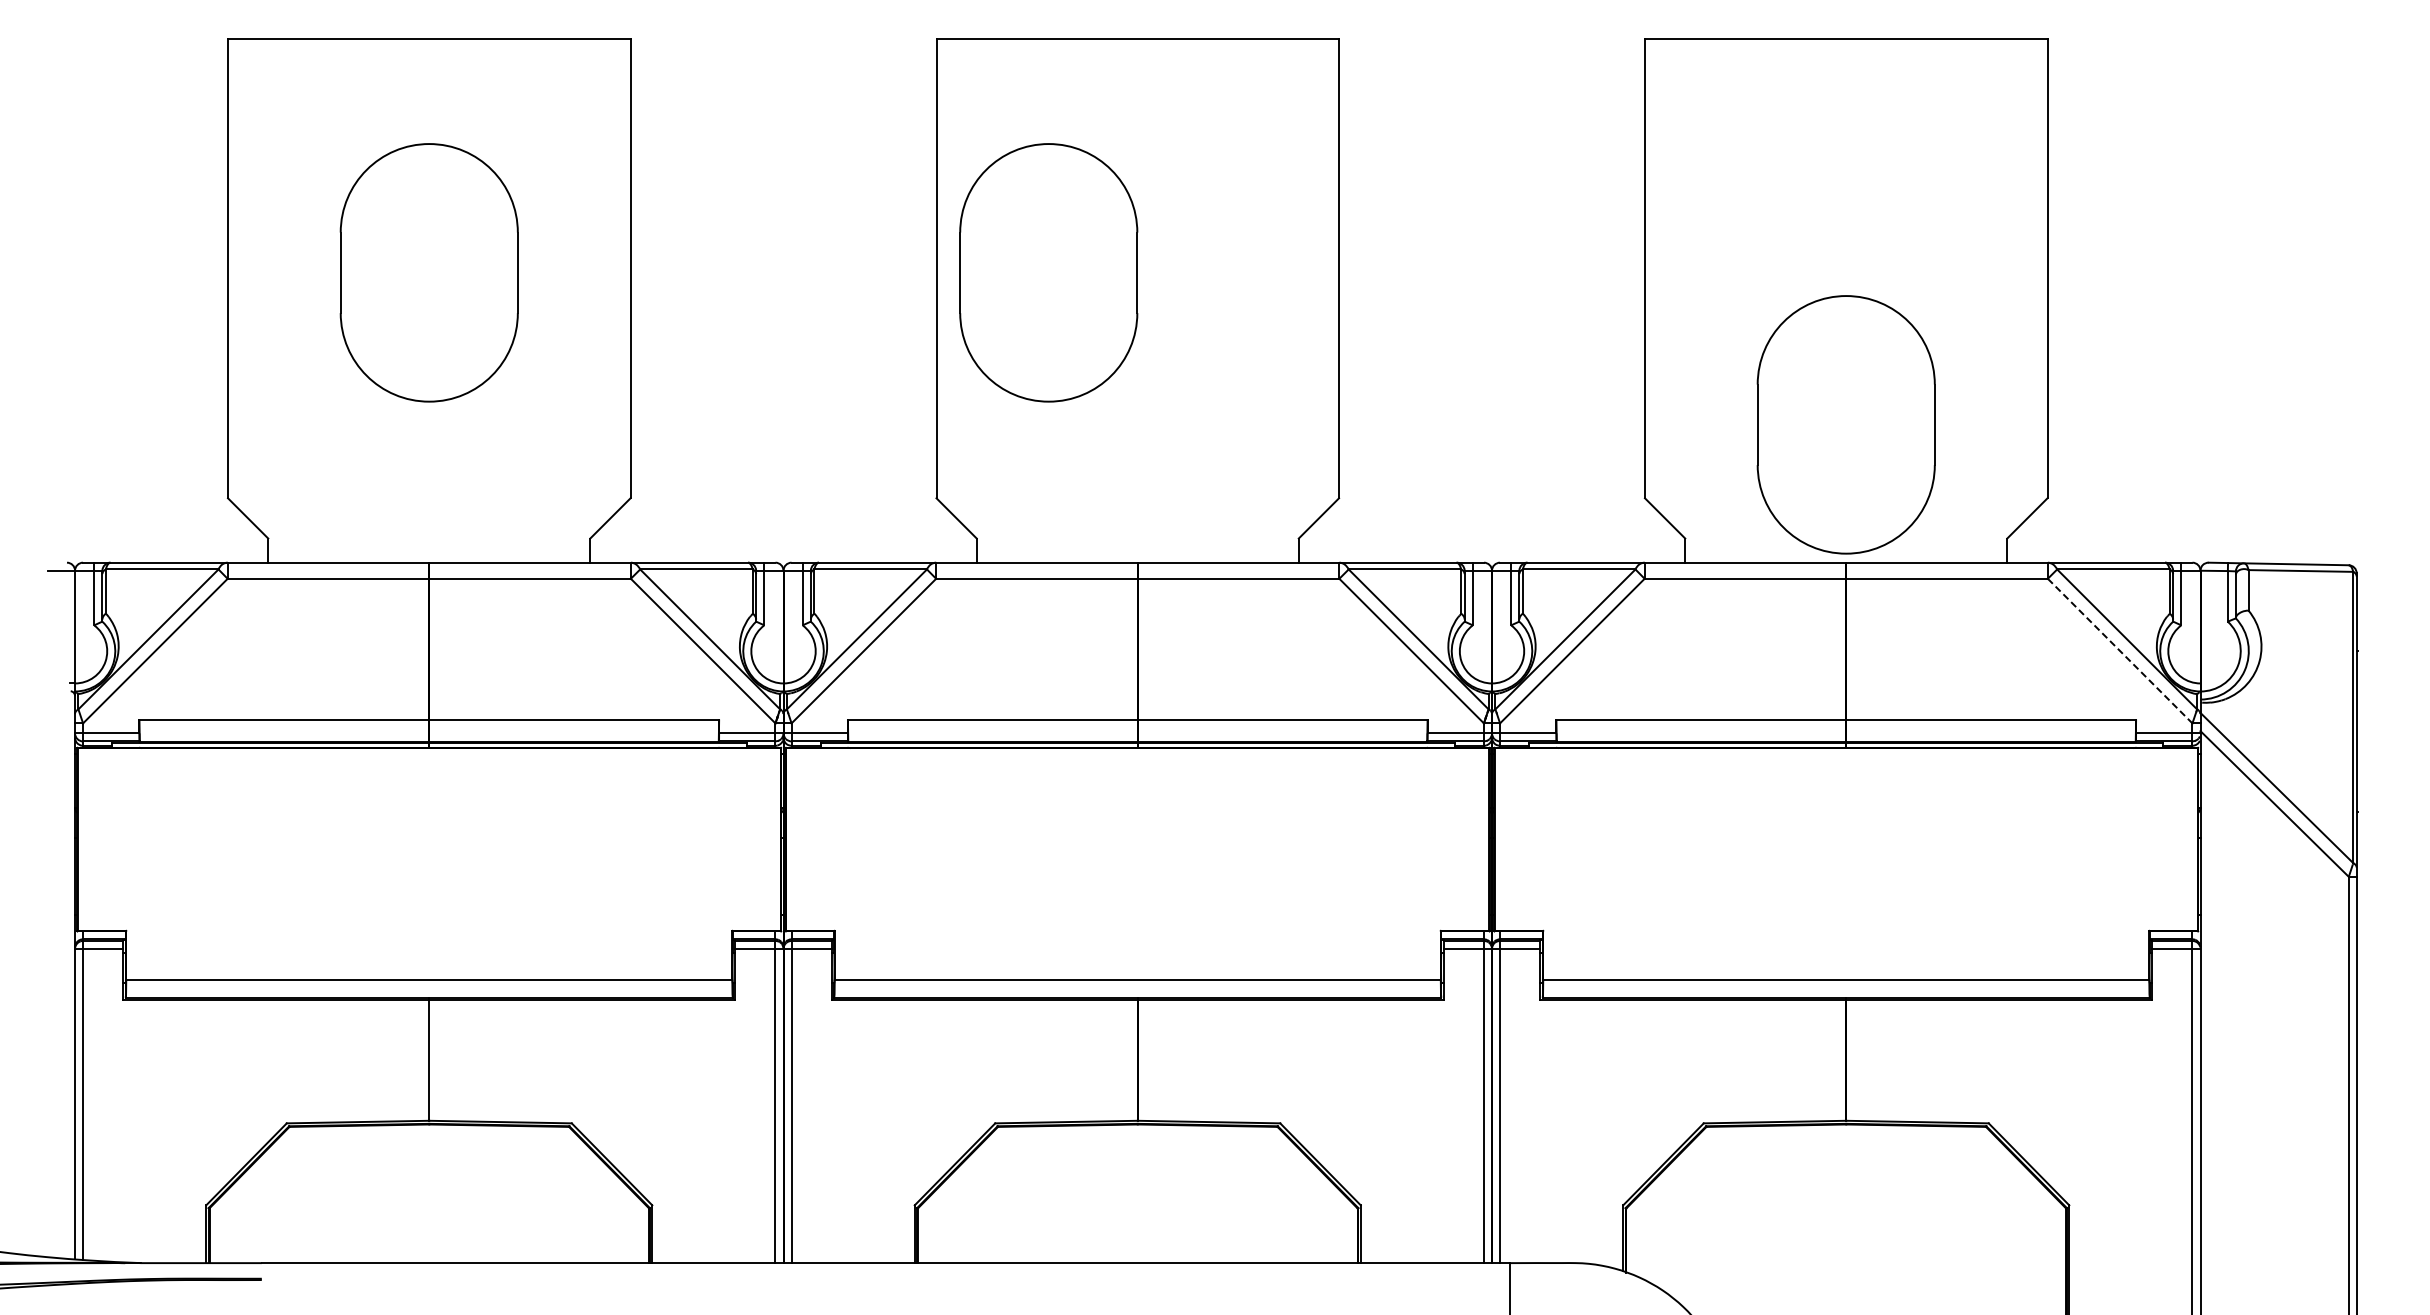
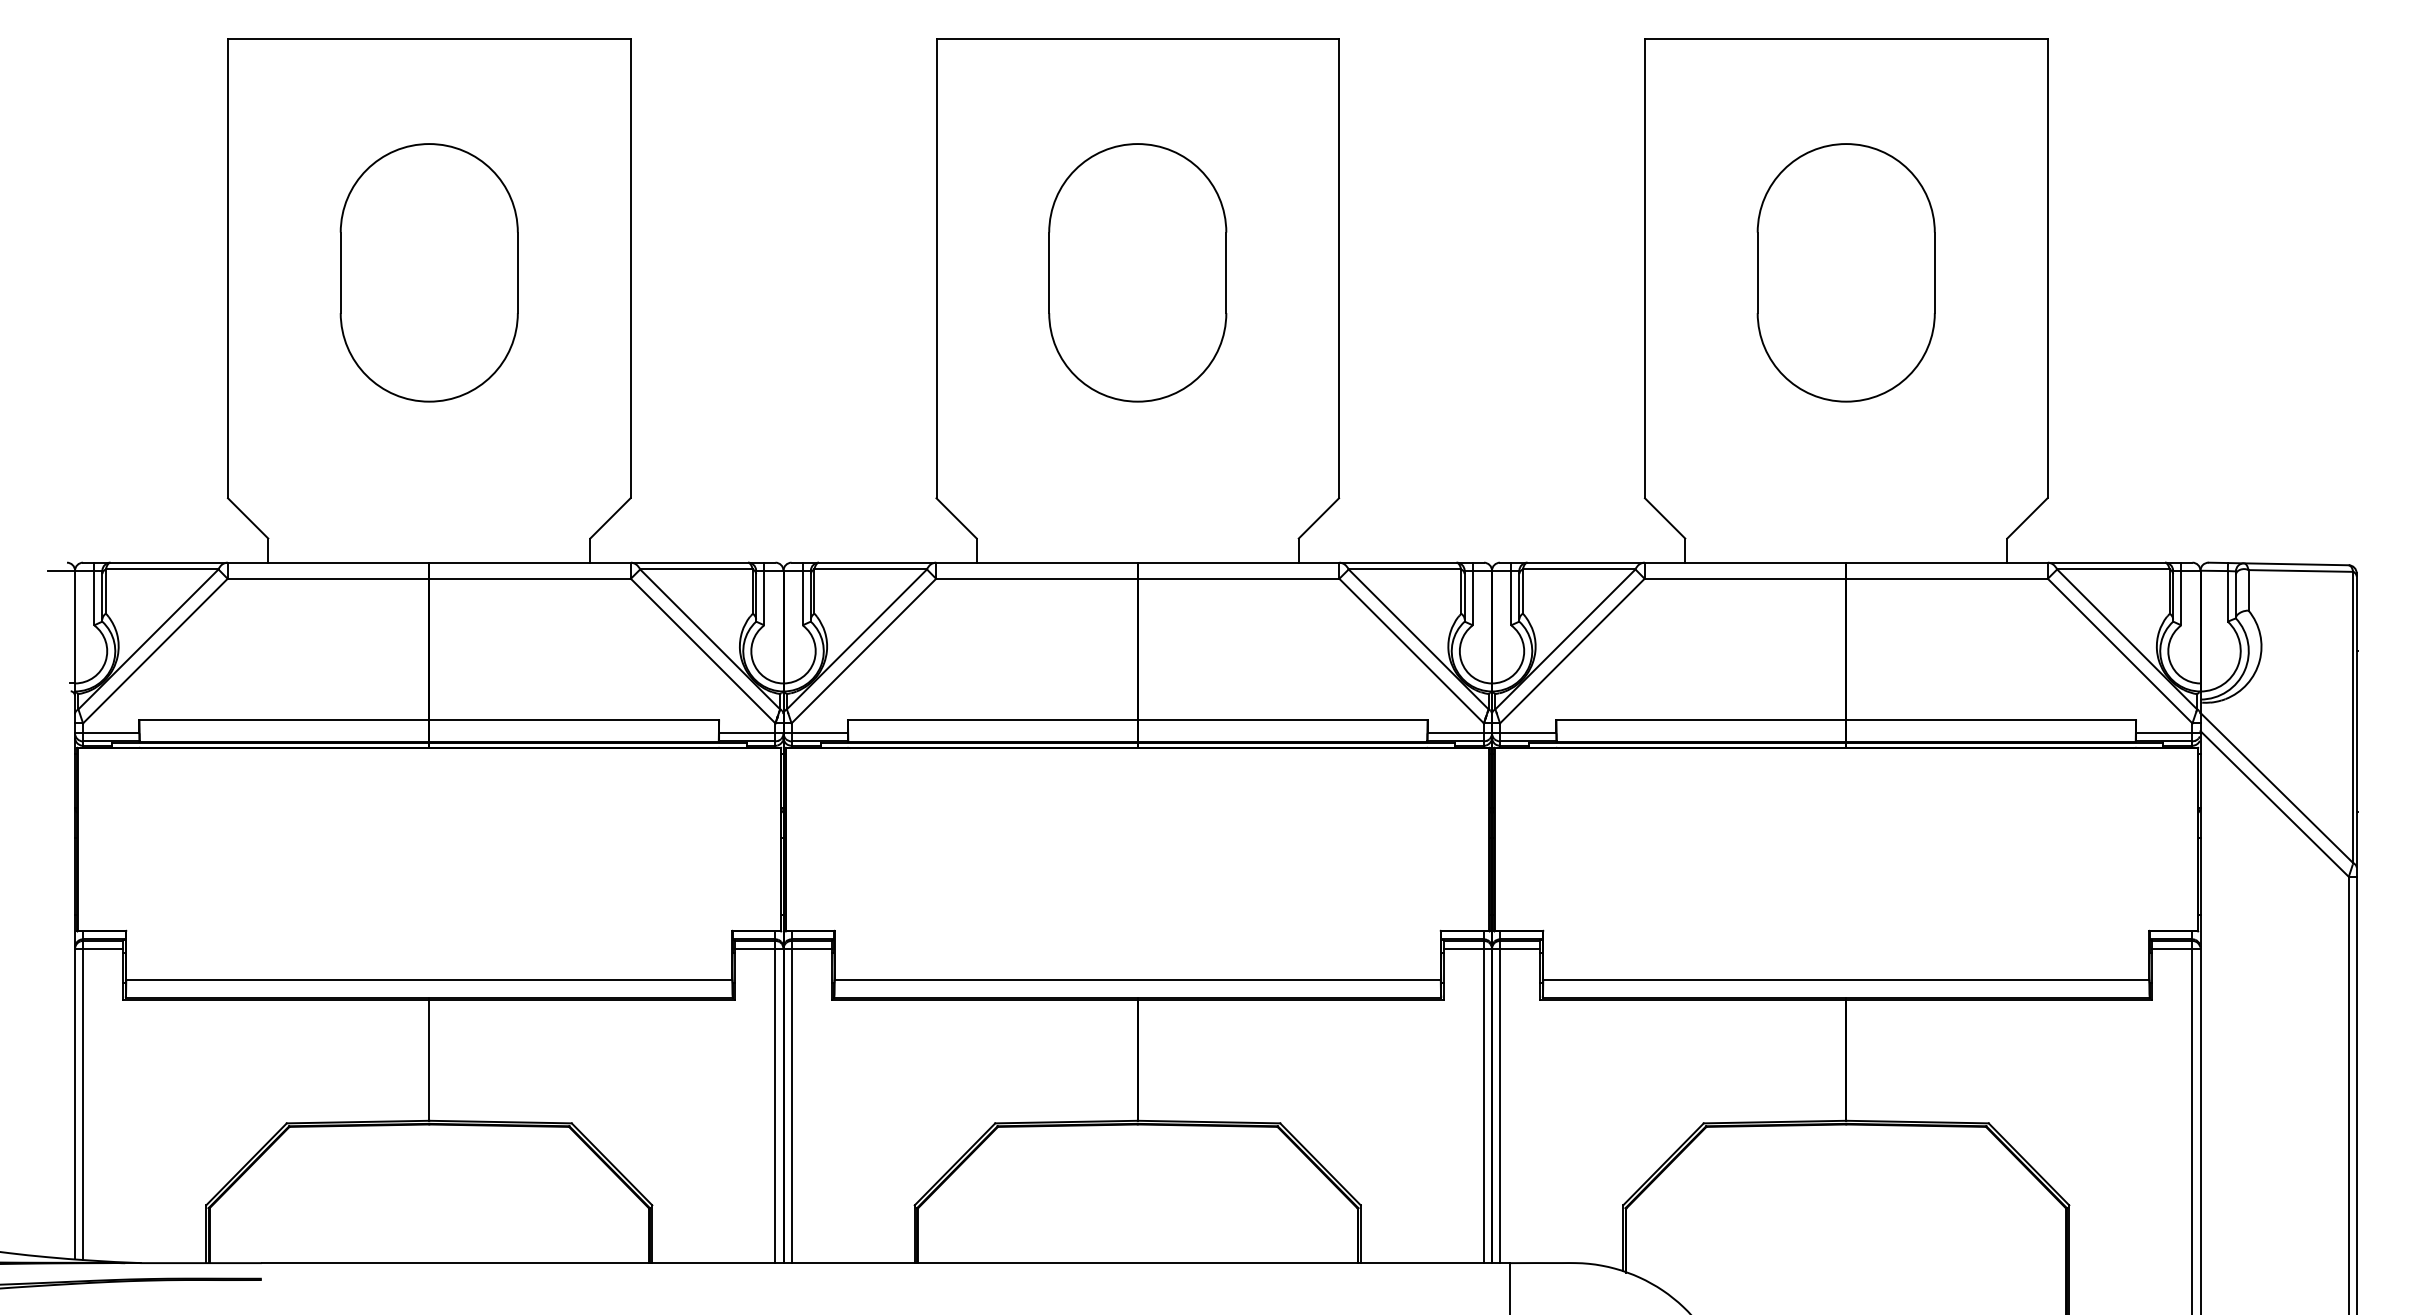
part at (1048, 272) position: (1048, 272) -> (1137, 272)
part at (1845, 424) position: (1845, 424) -> (1845, 272)
line at (2120, 651): dashed -> solid
